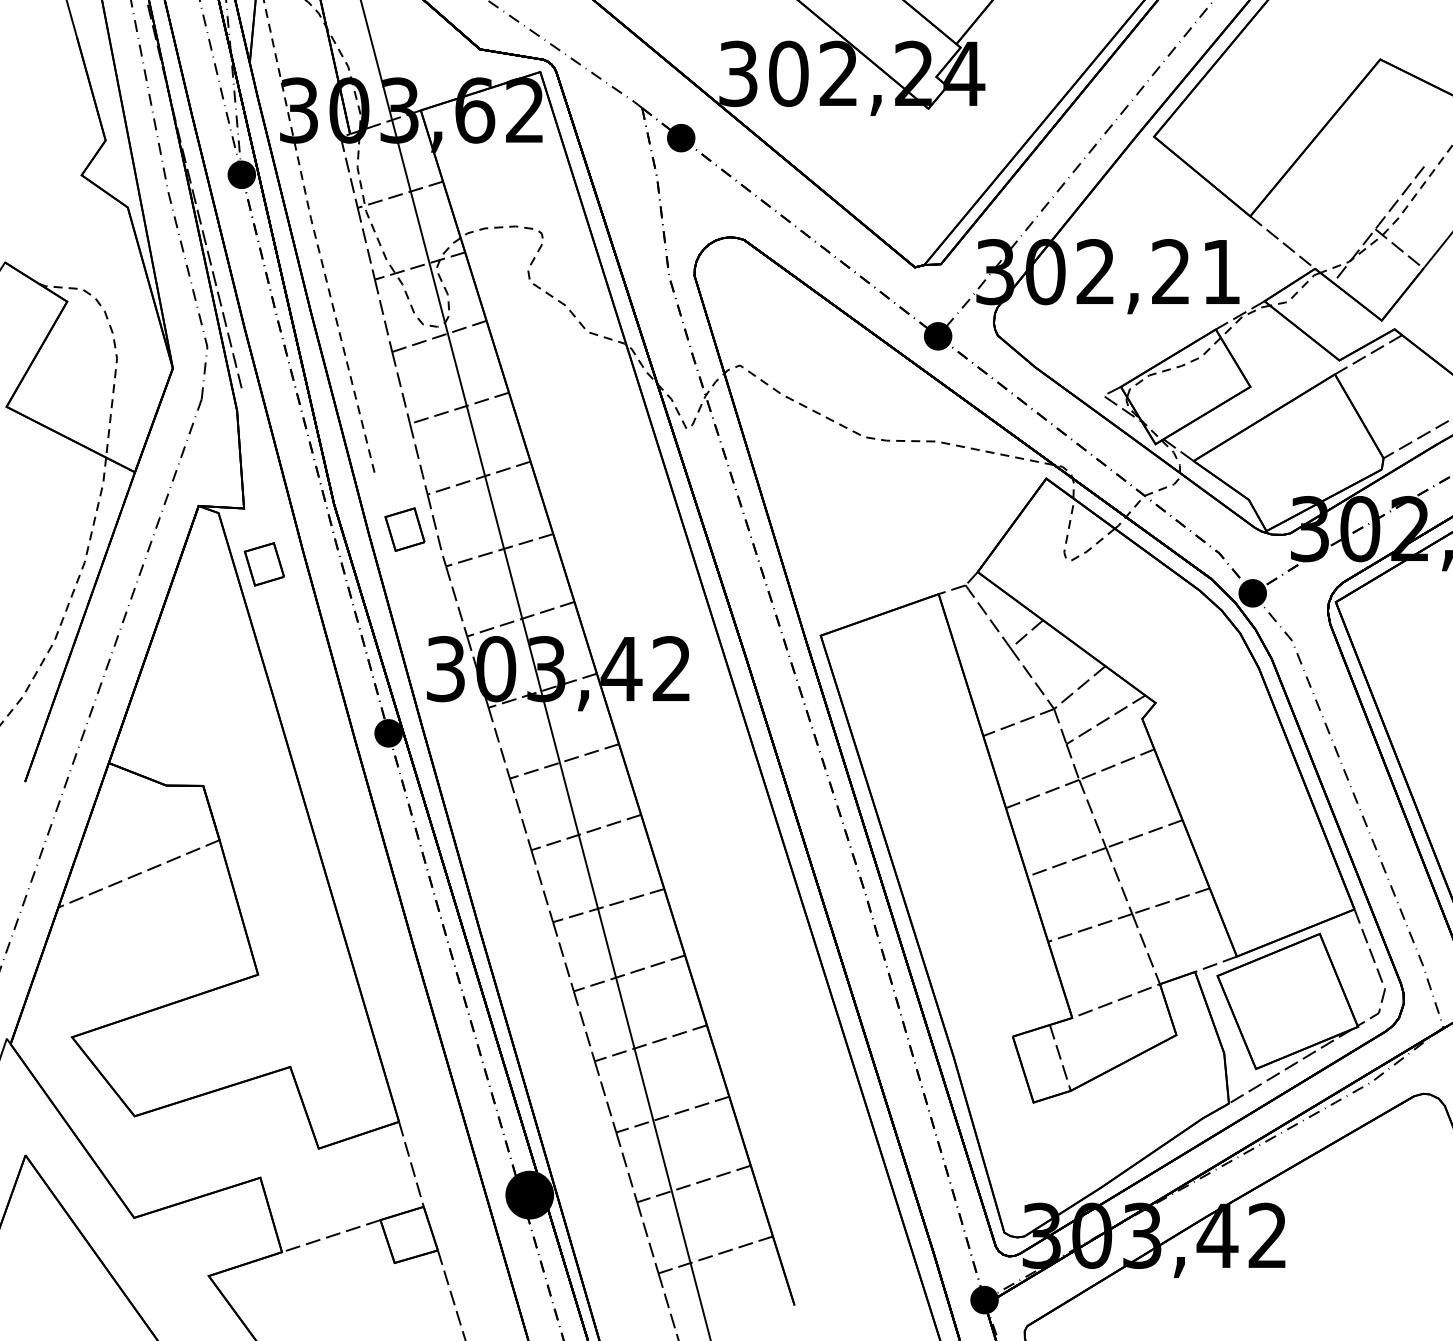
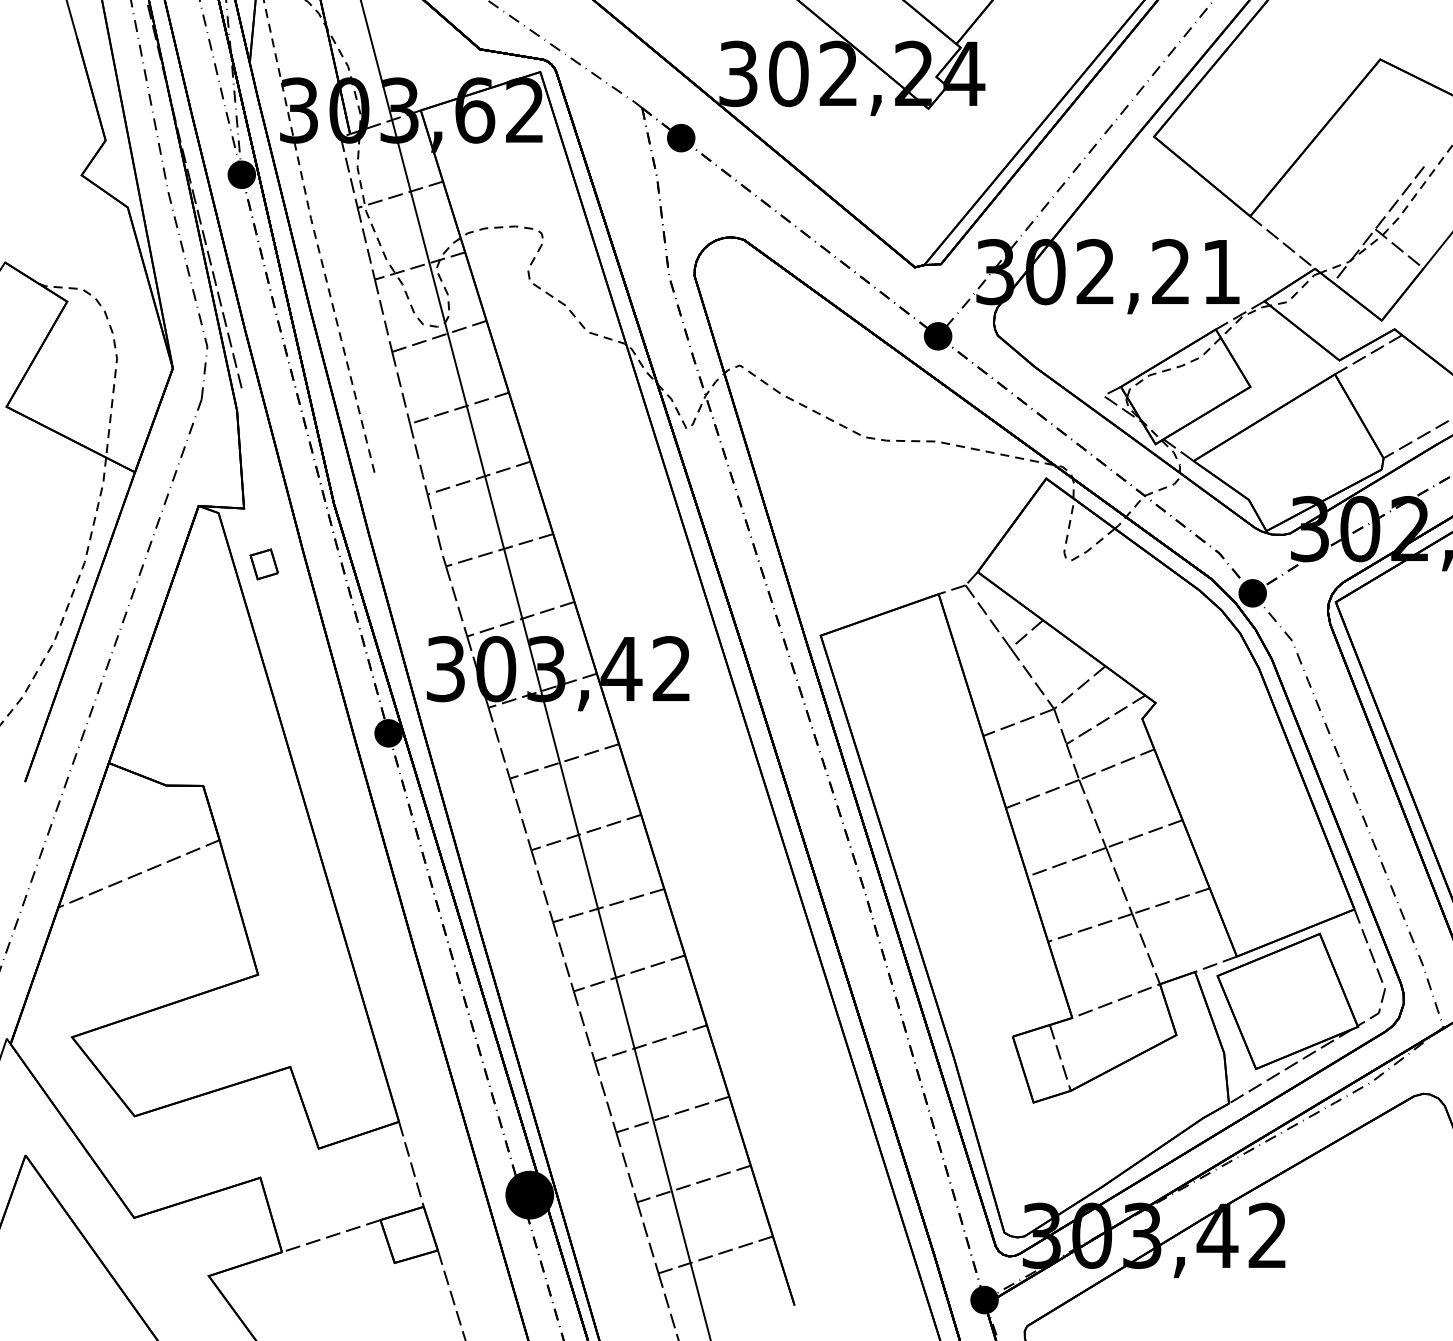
part at (404, 529): present -> none
part at (263, 564) size: 42x45 px -> 30x33 px
